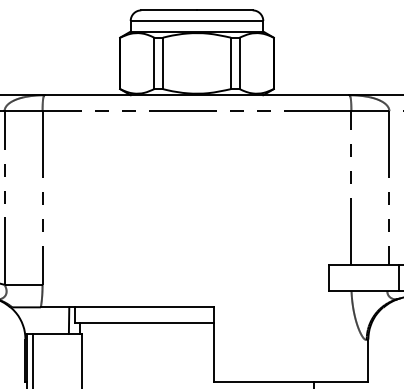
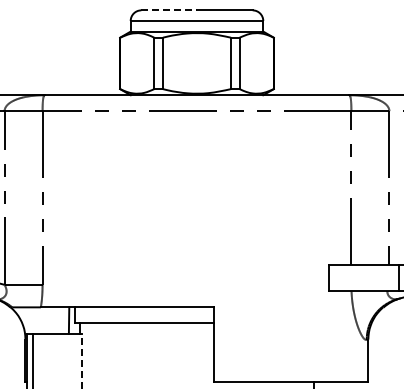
line at (169, 10): solid -> dashed
line at (81, 360): solid -> dashed
